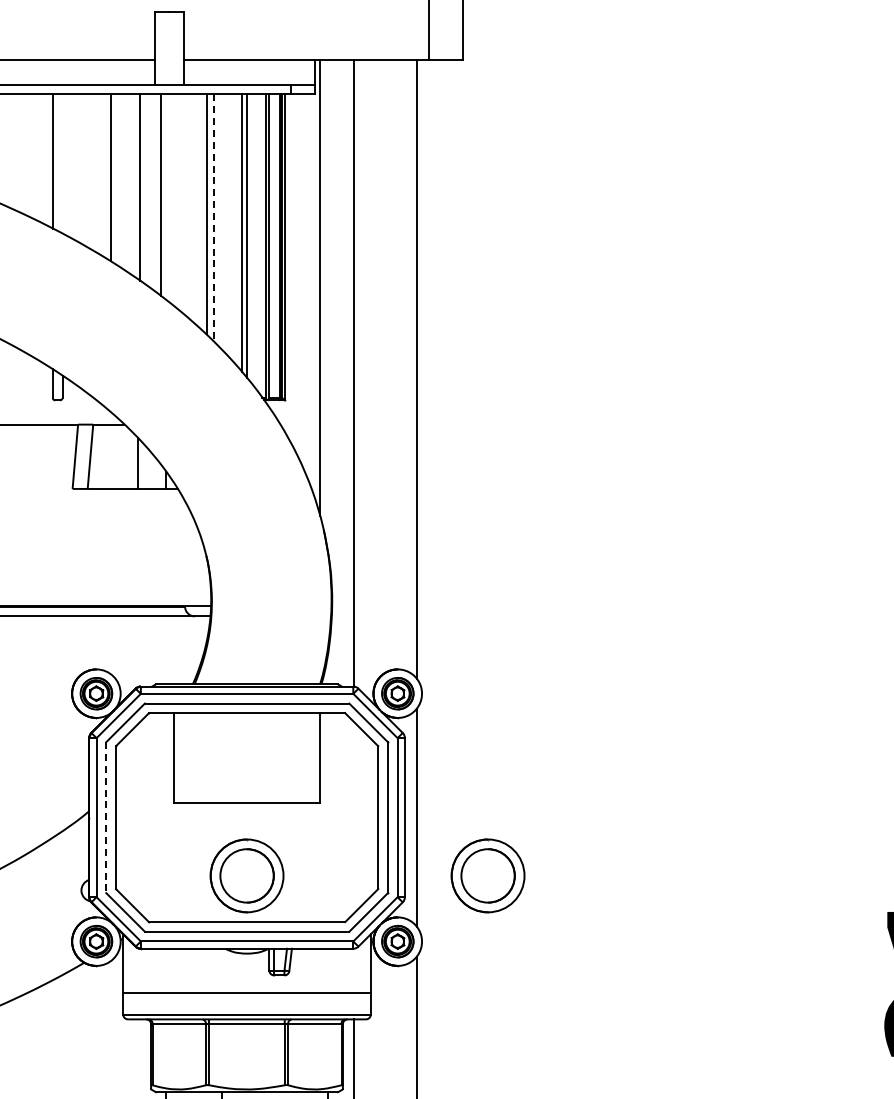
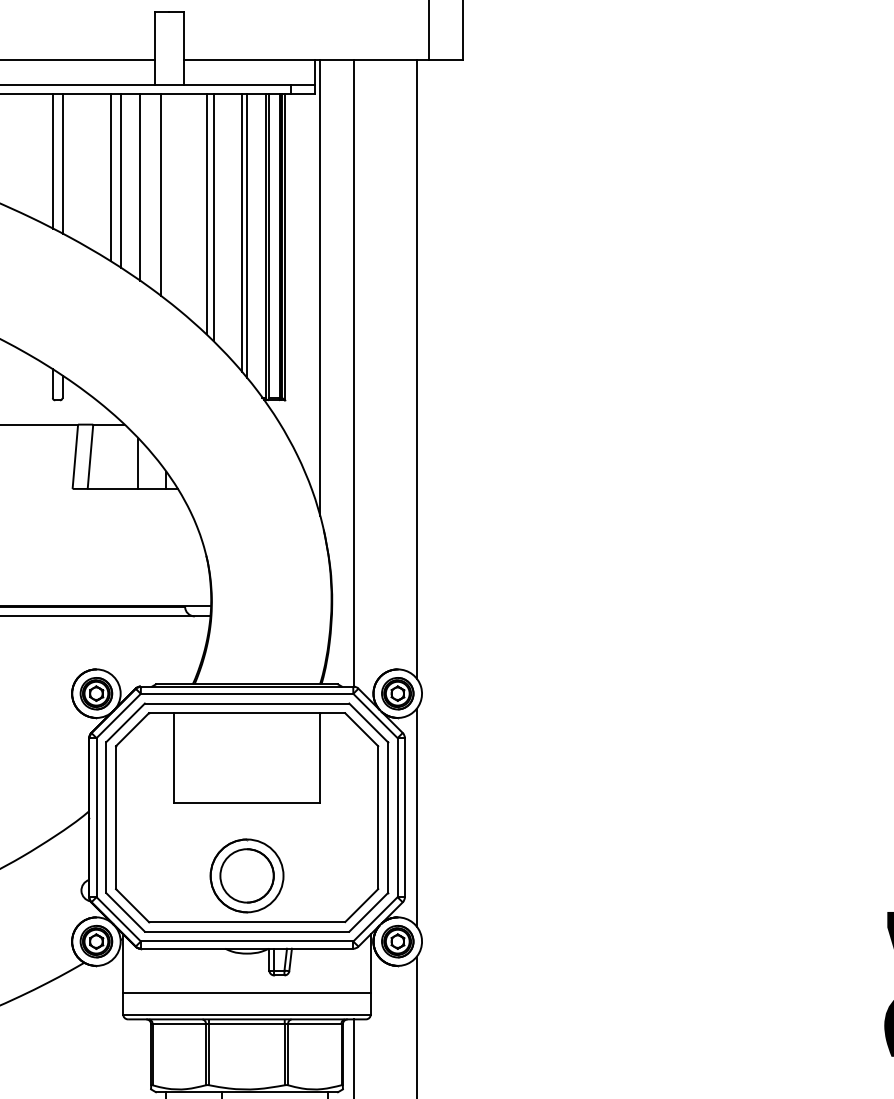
line at (62, 163): none -> present
line at (120, 180): none -> present
line at (213, 218): dashed -> solid
line at (106, 818): dashed -> solid
part at (487, 875): present -> none
